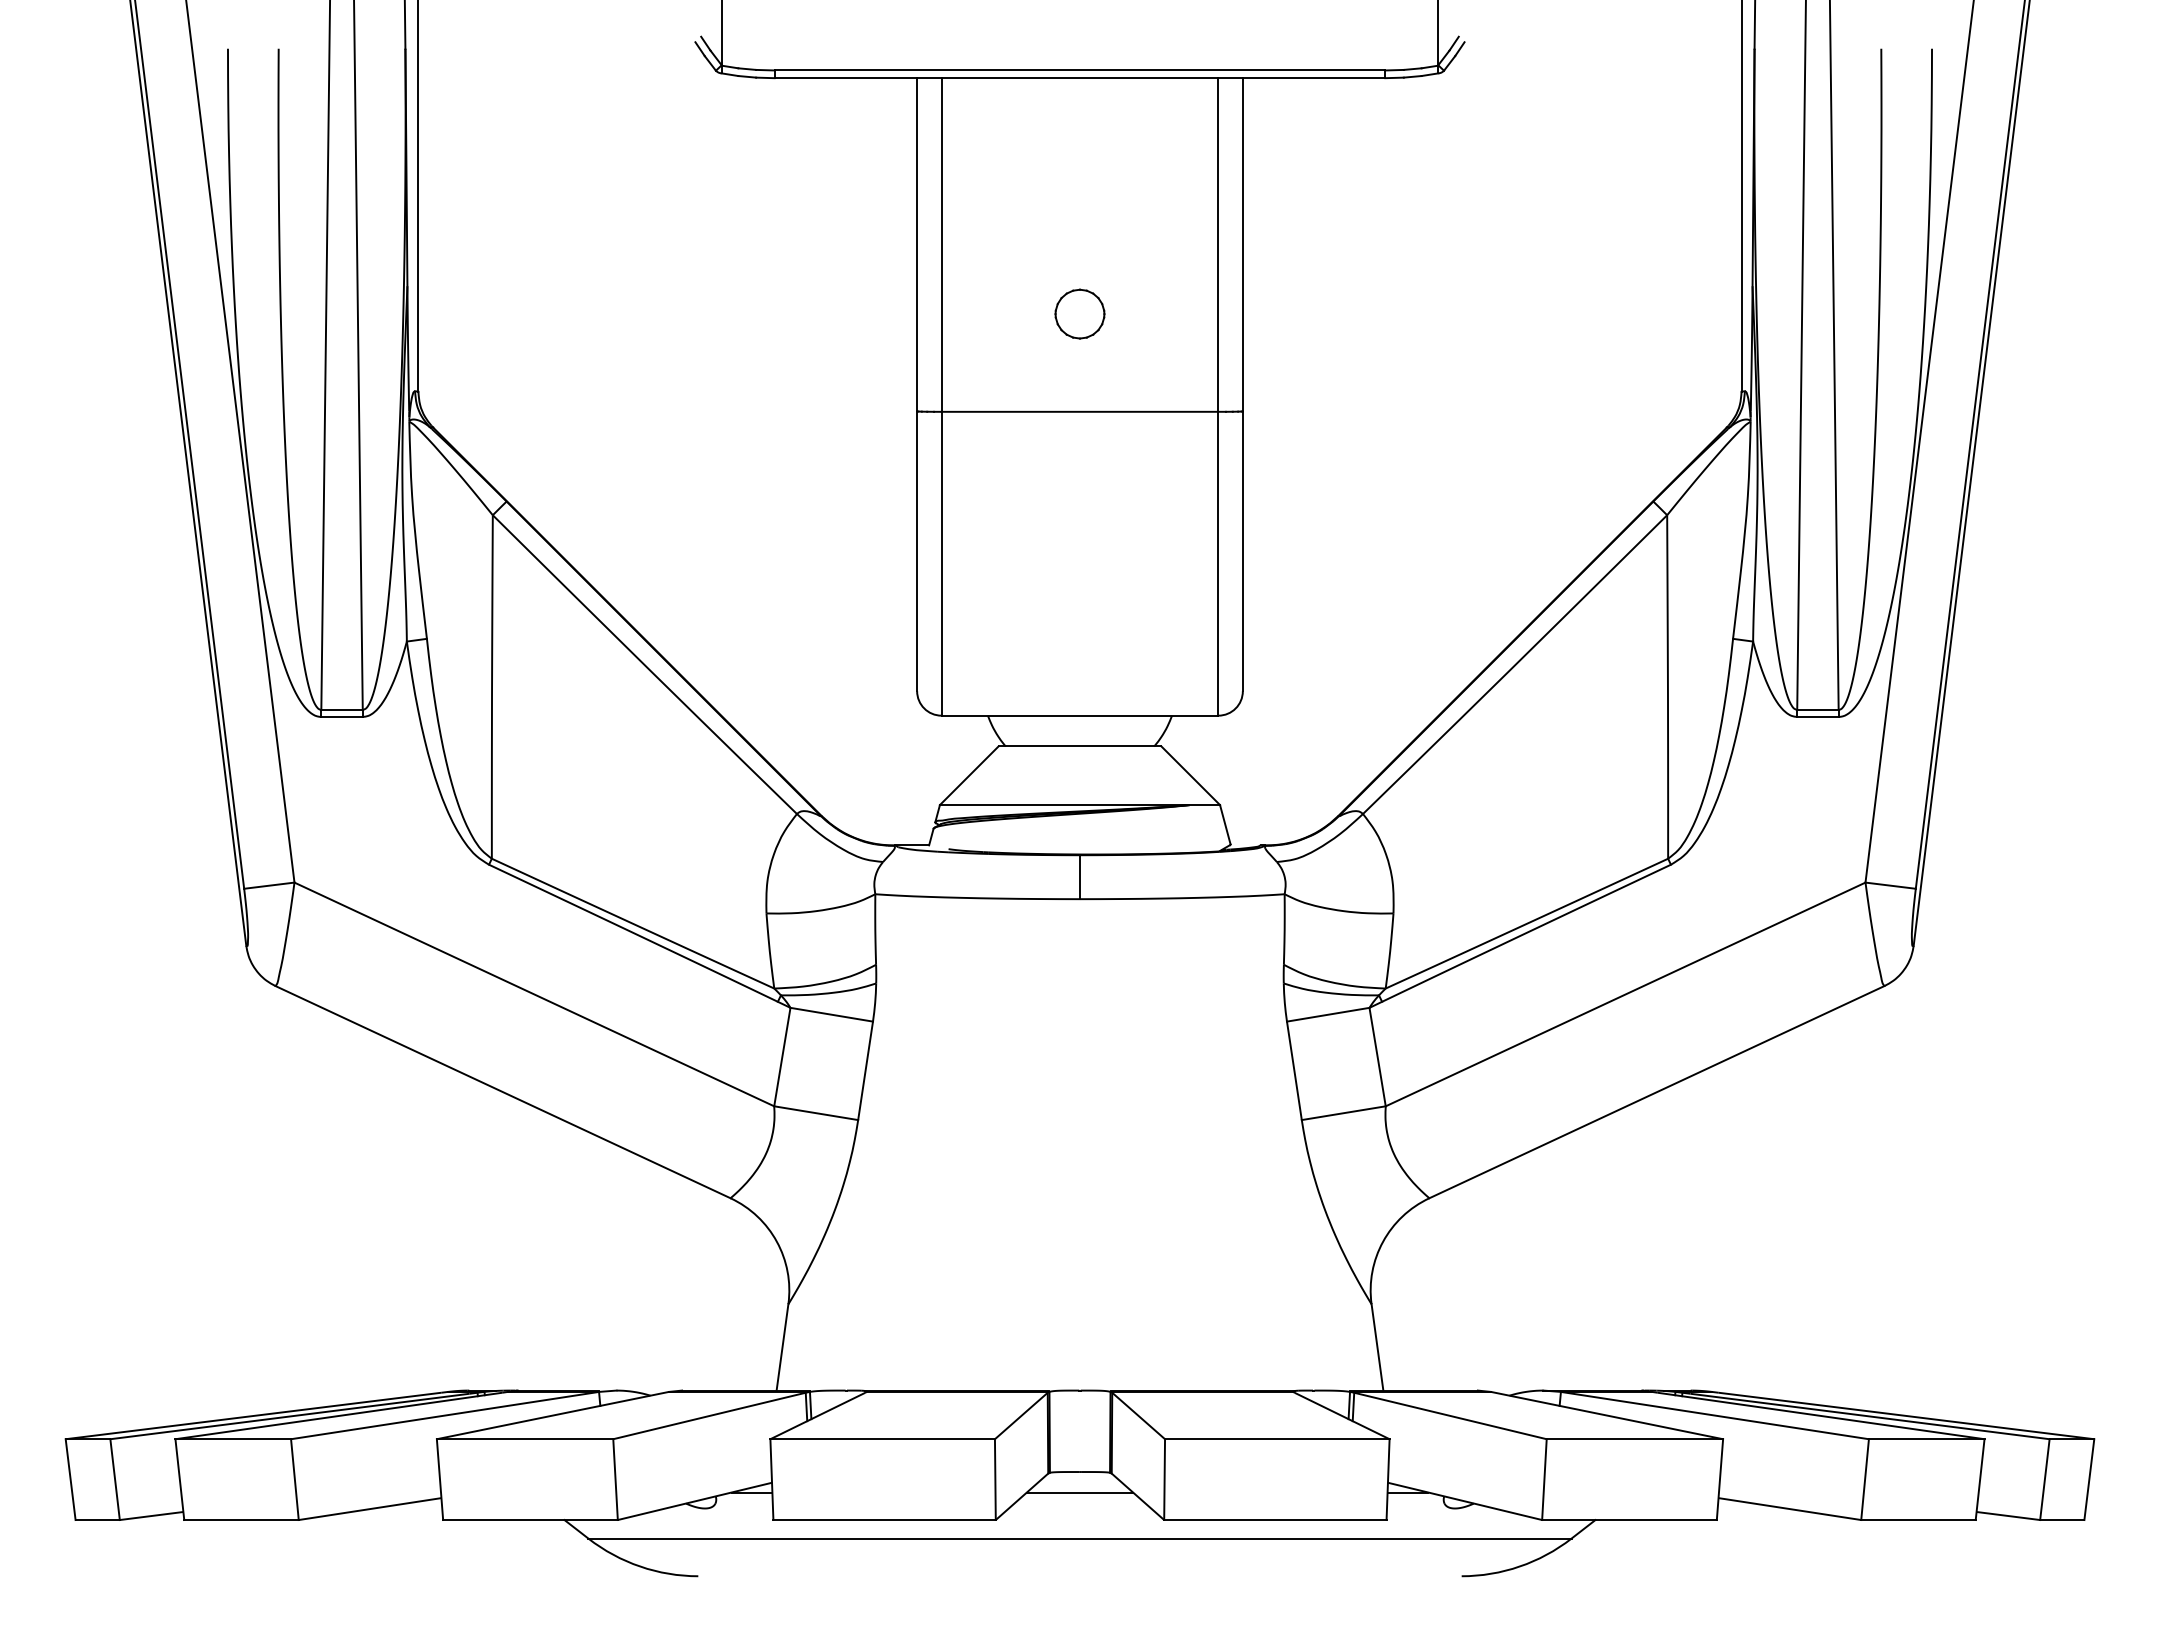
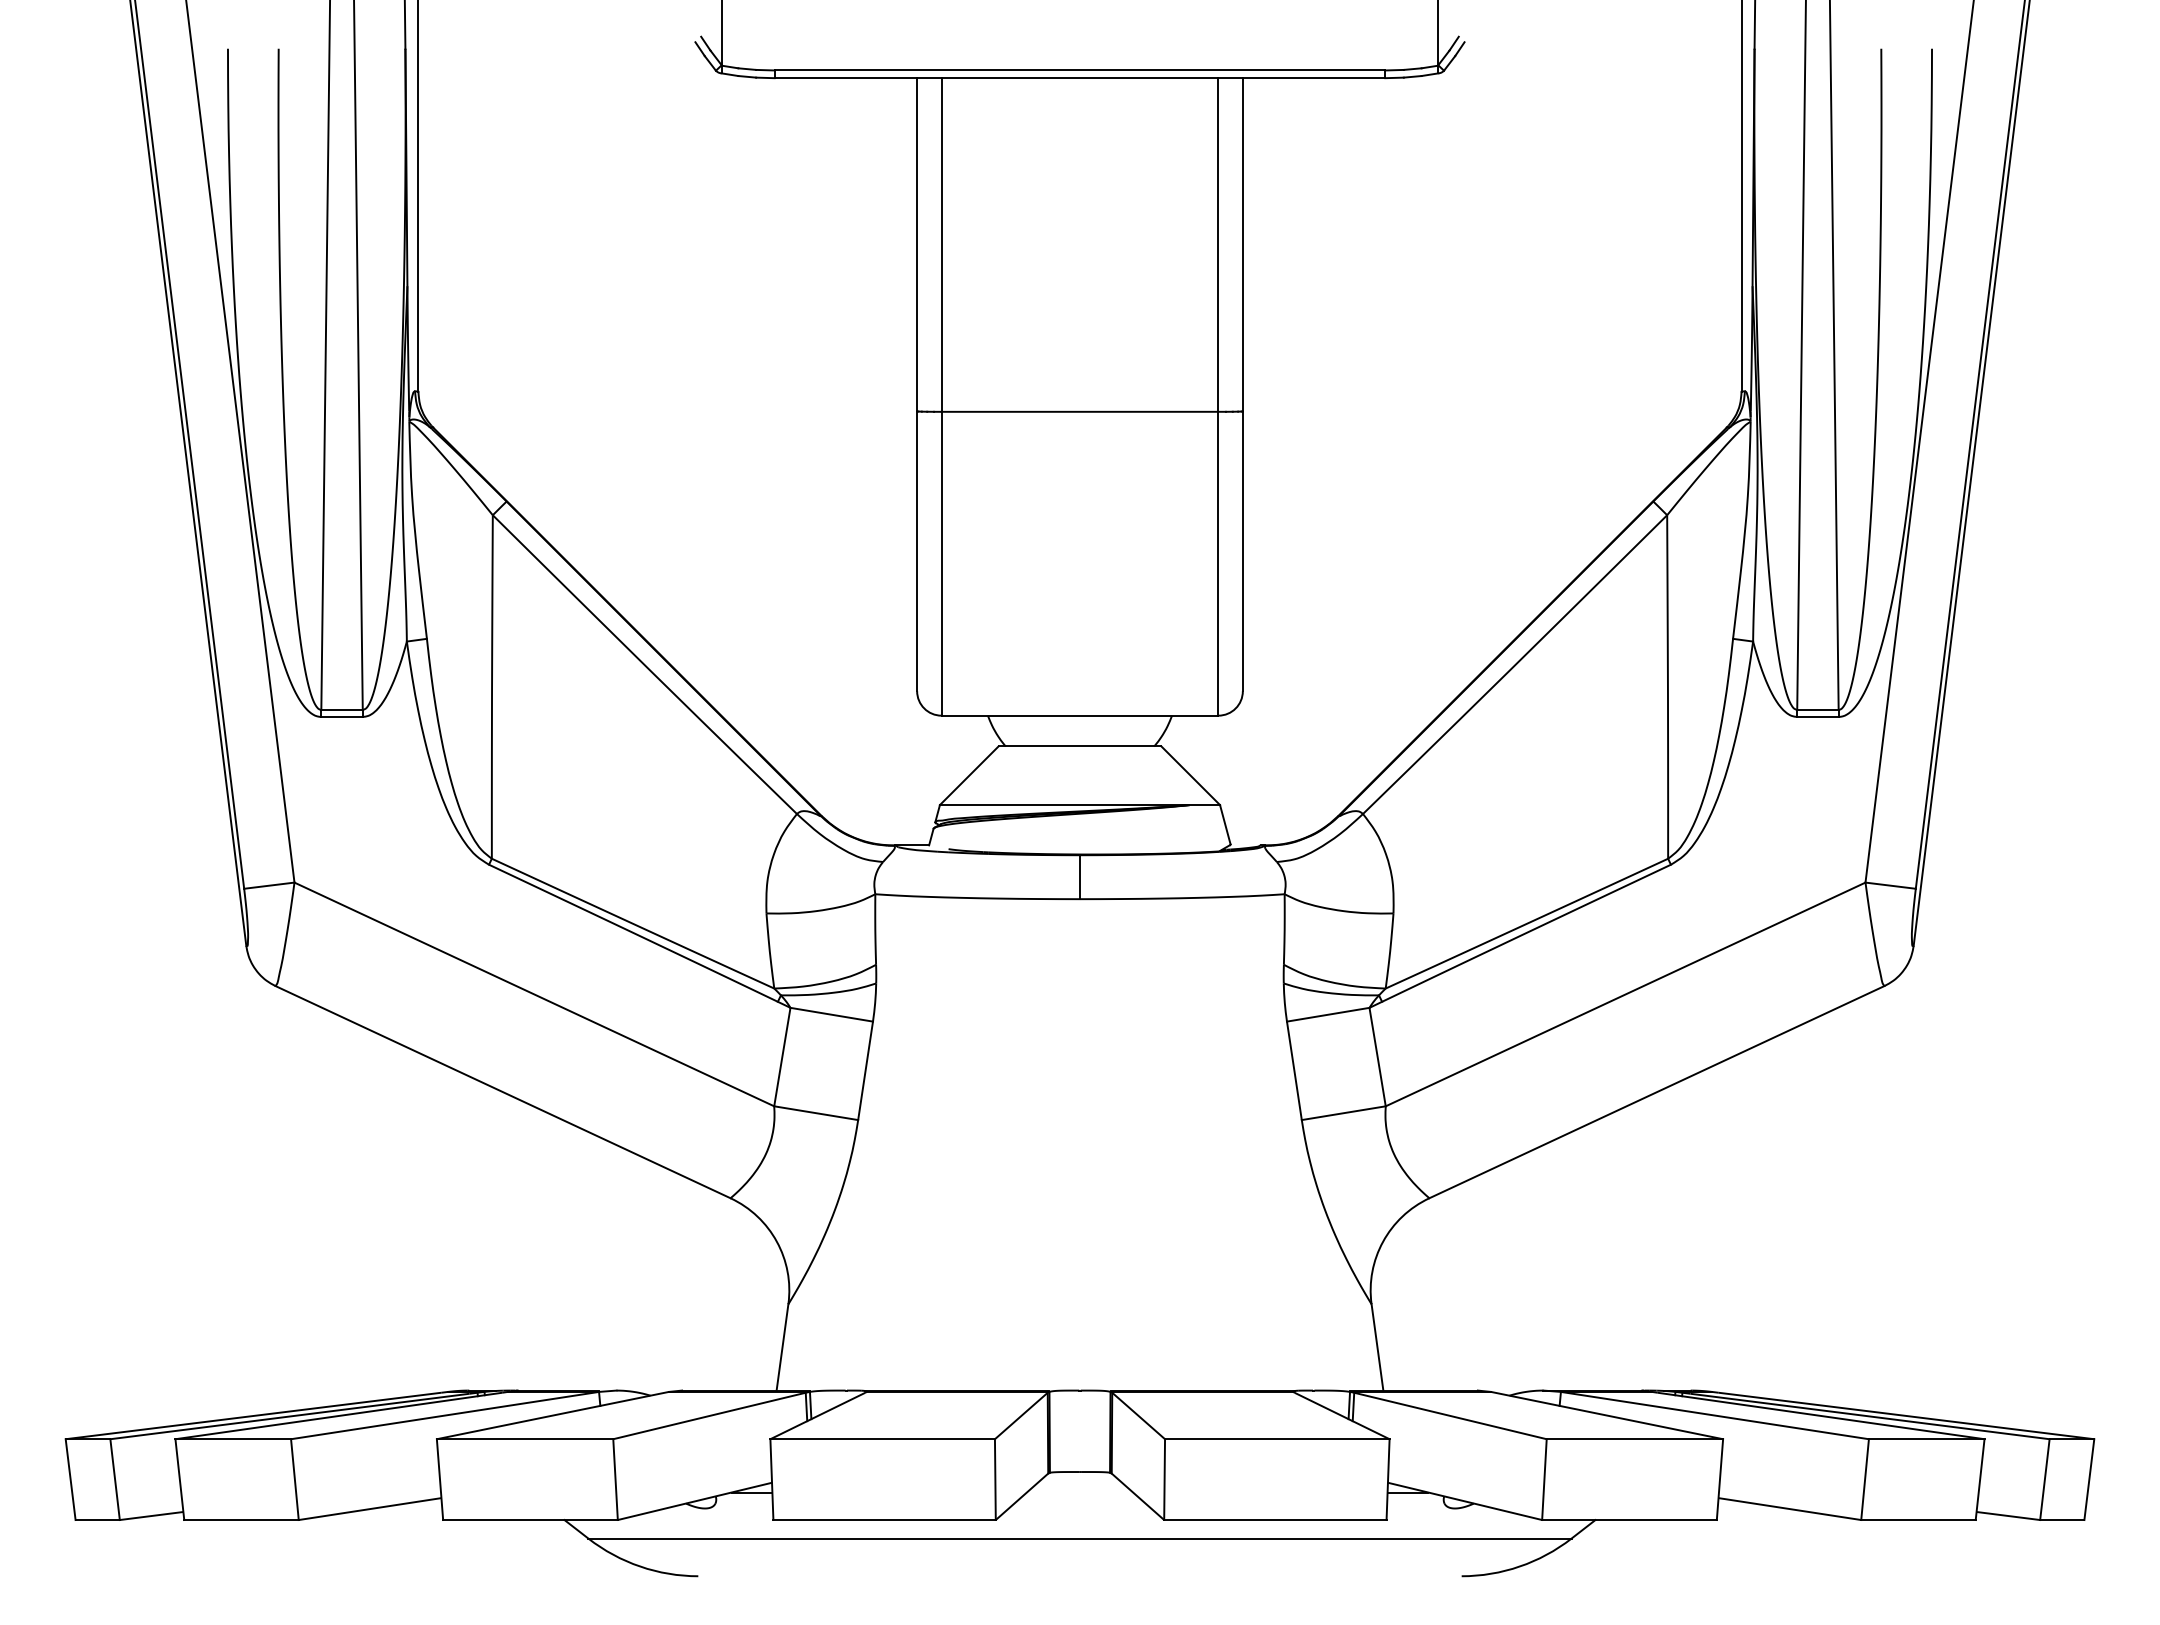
part at (1079, 313): present -> none
line at (1079, 1492): present -> none
